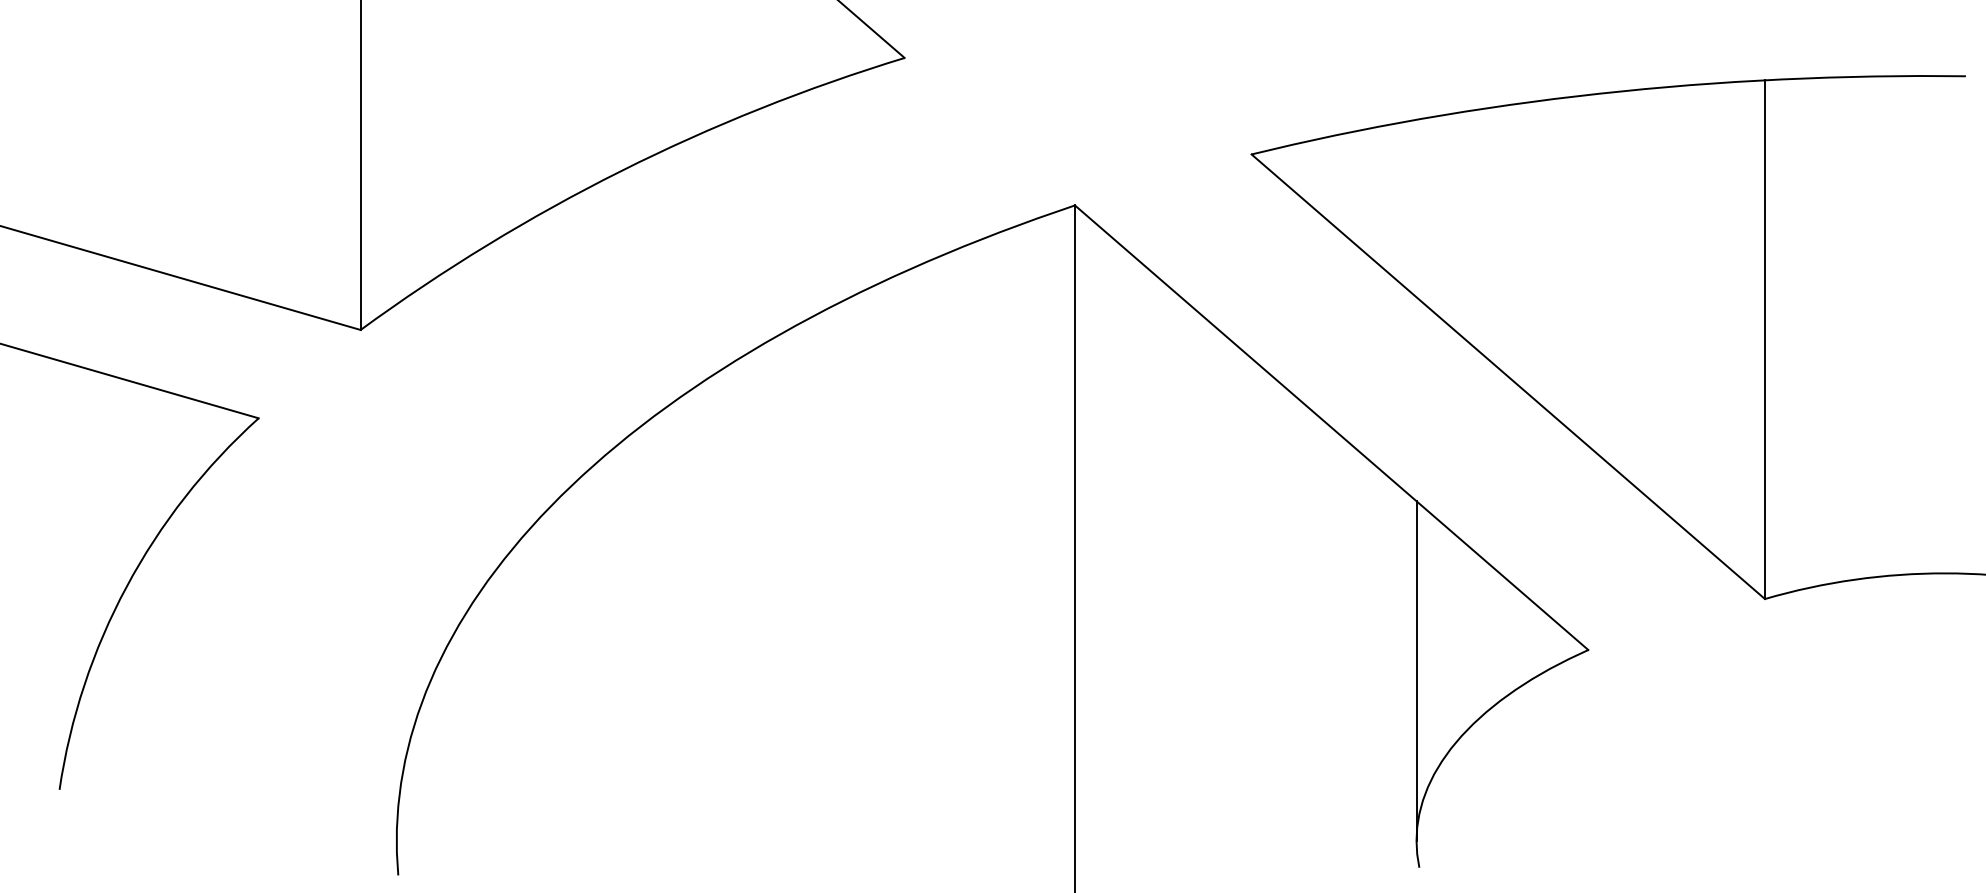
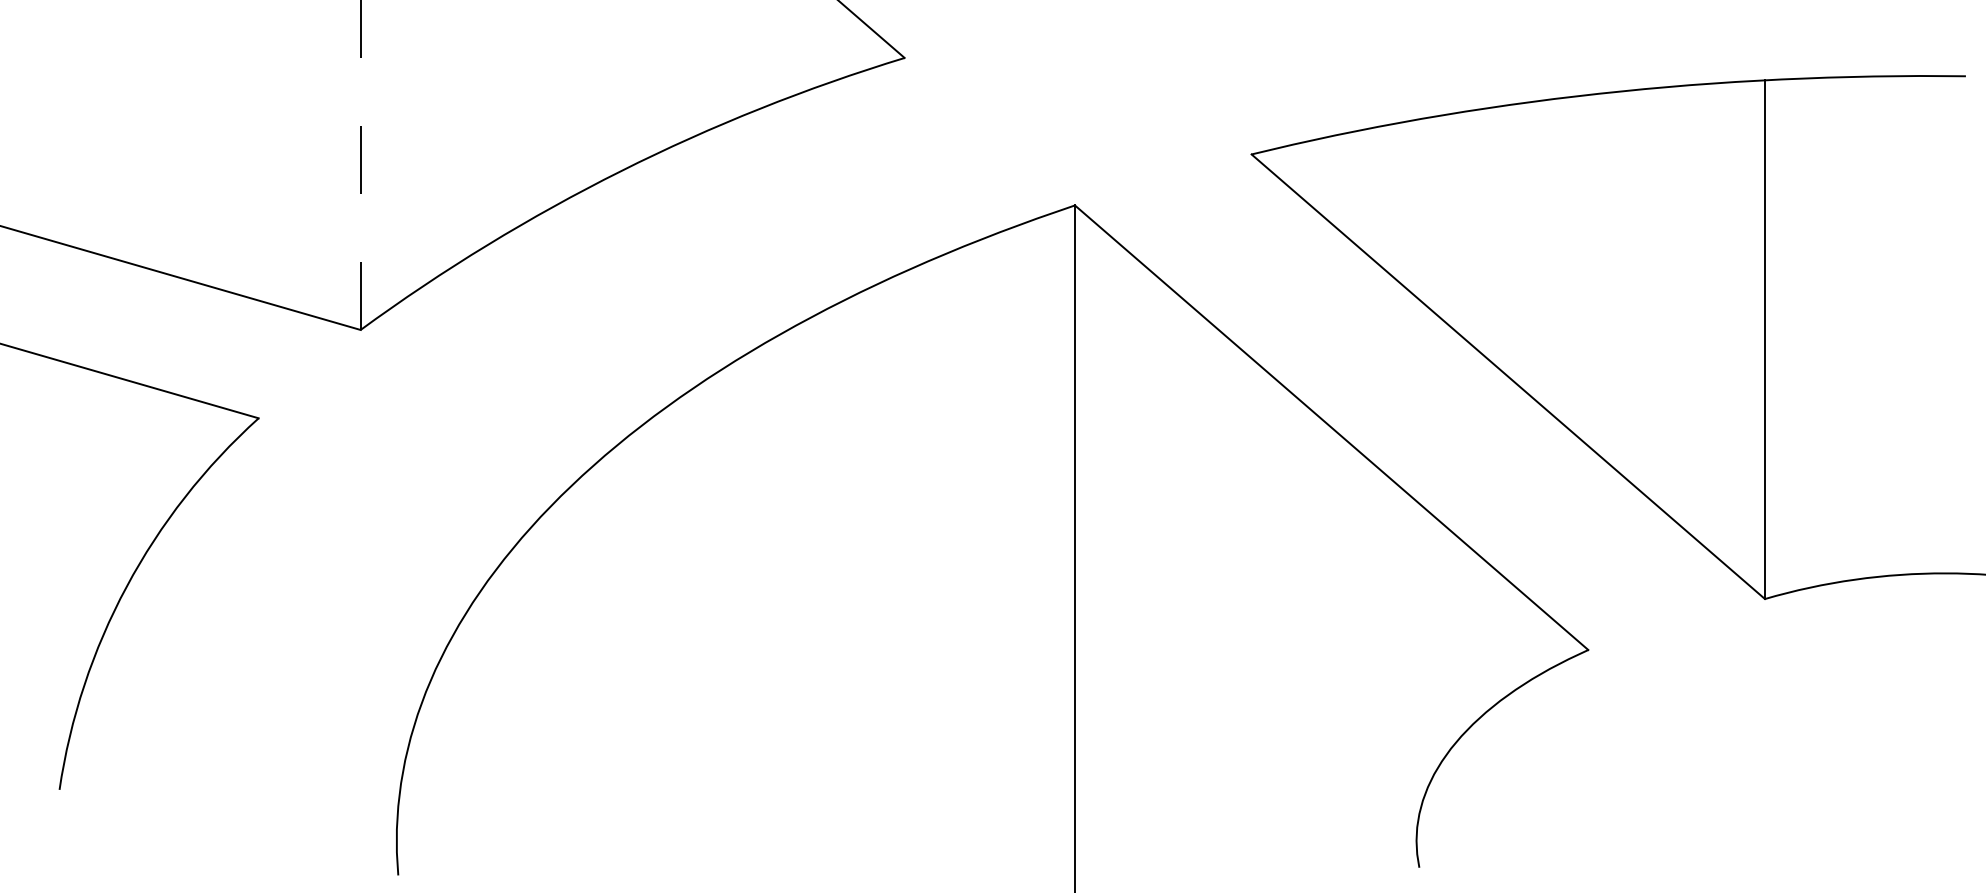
line at (360, 165): solid -> dashed
line at (1416, 670): present -> none
